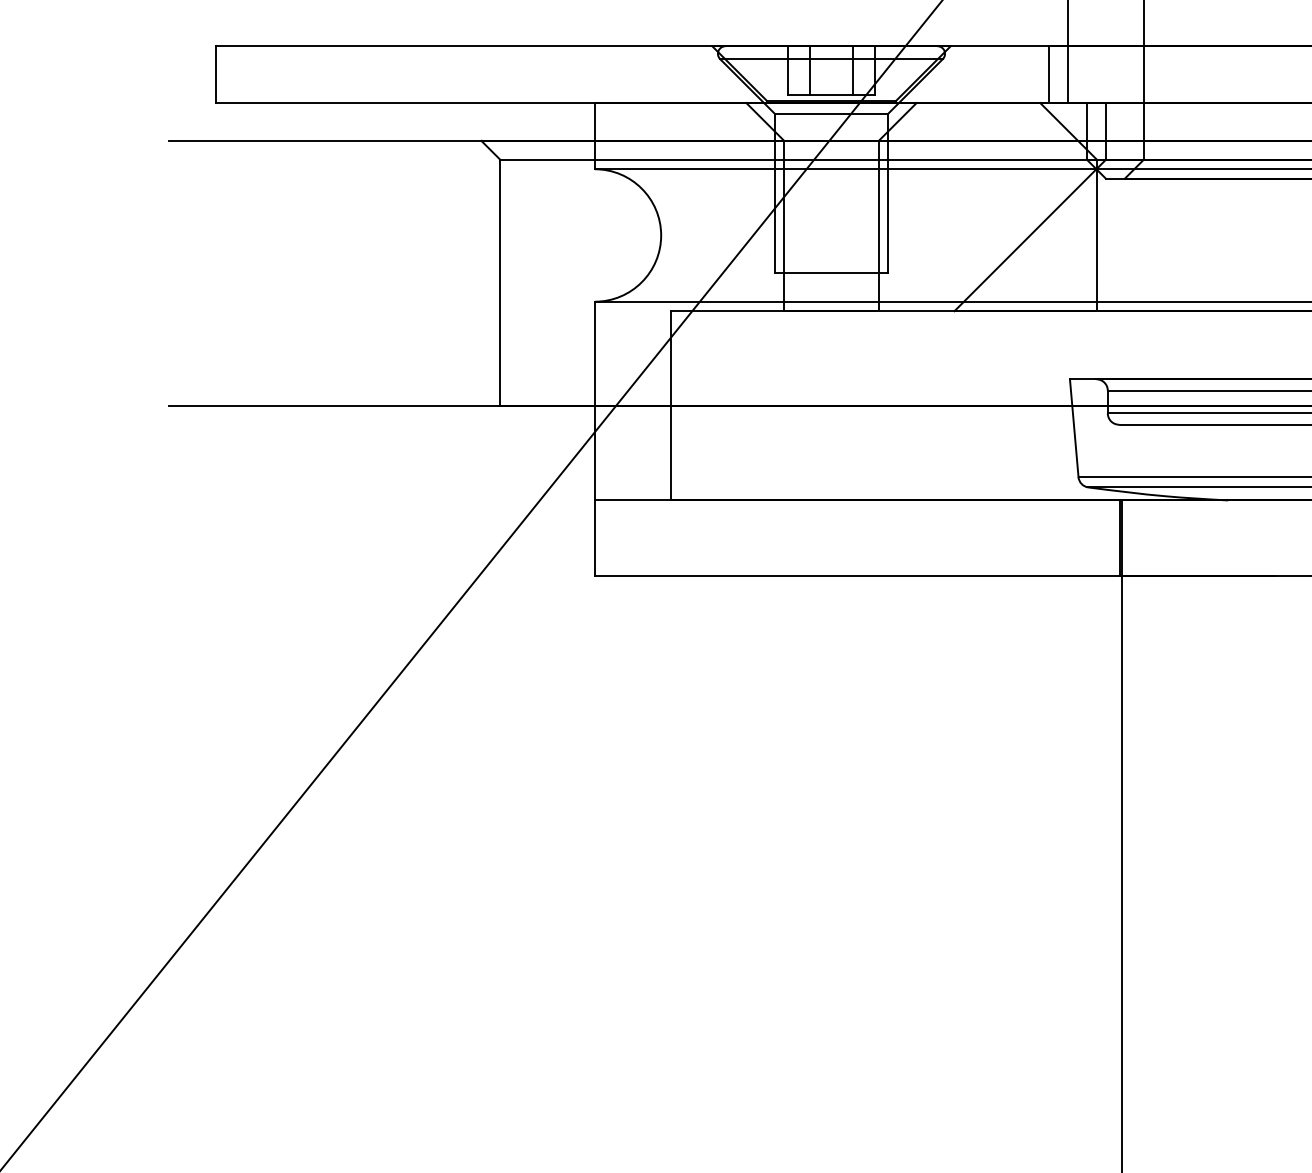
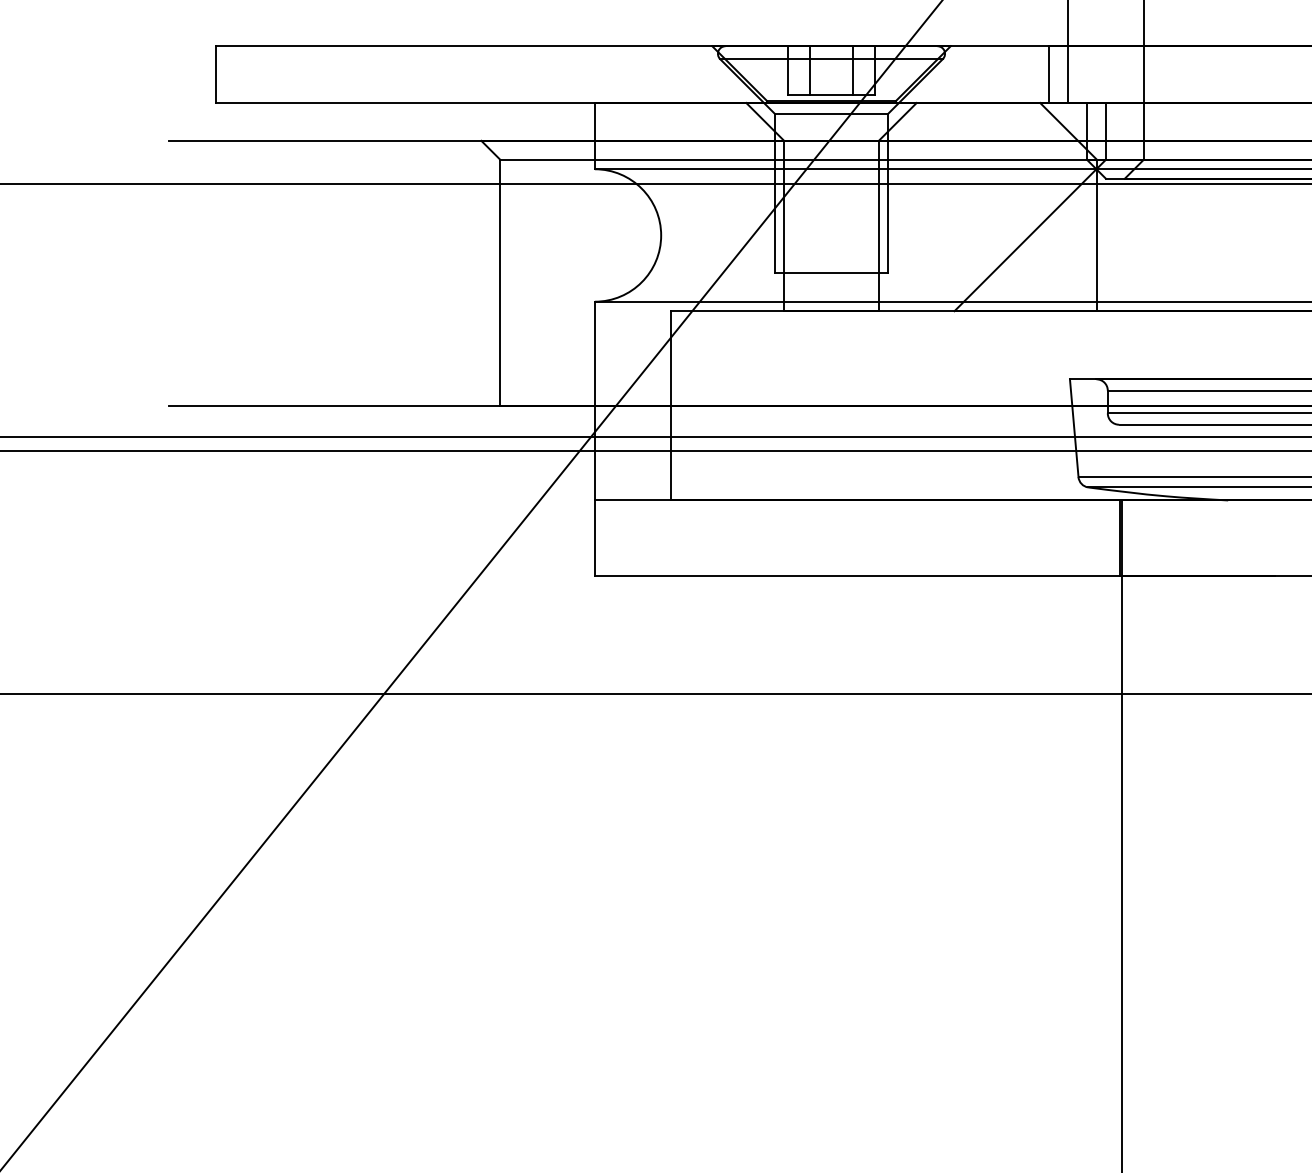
line at (655, 184): none -> present
line at (655, 436): none -> present
line at (655, 451): none -> present
line at (655, 693): none -> present
